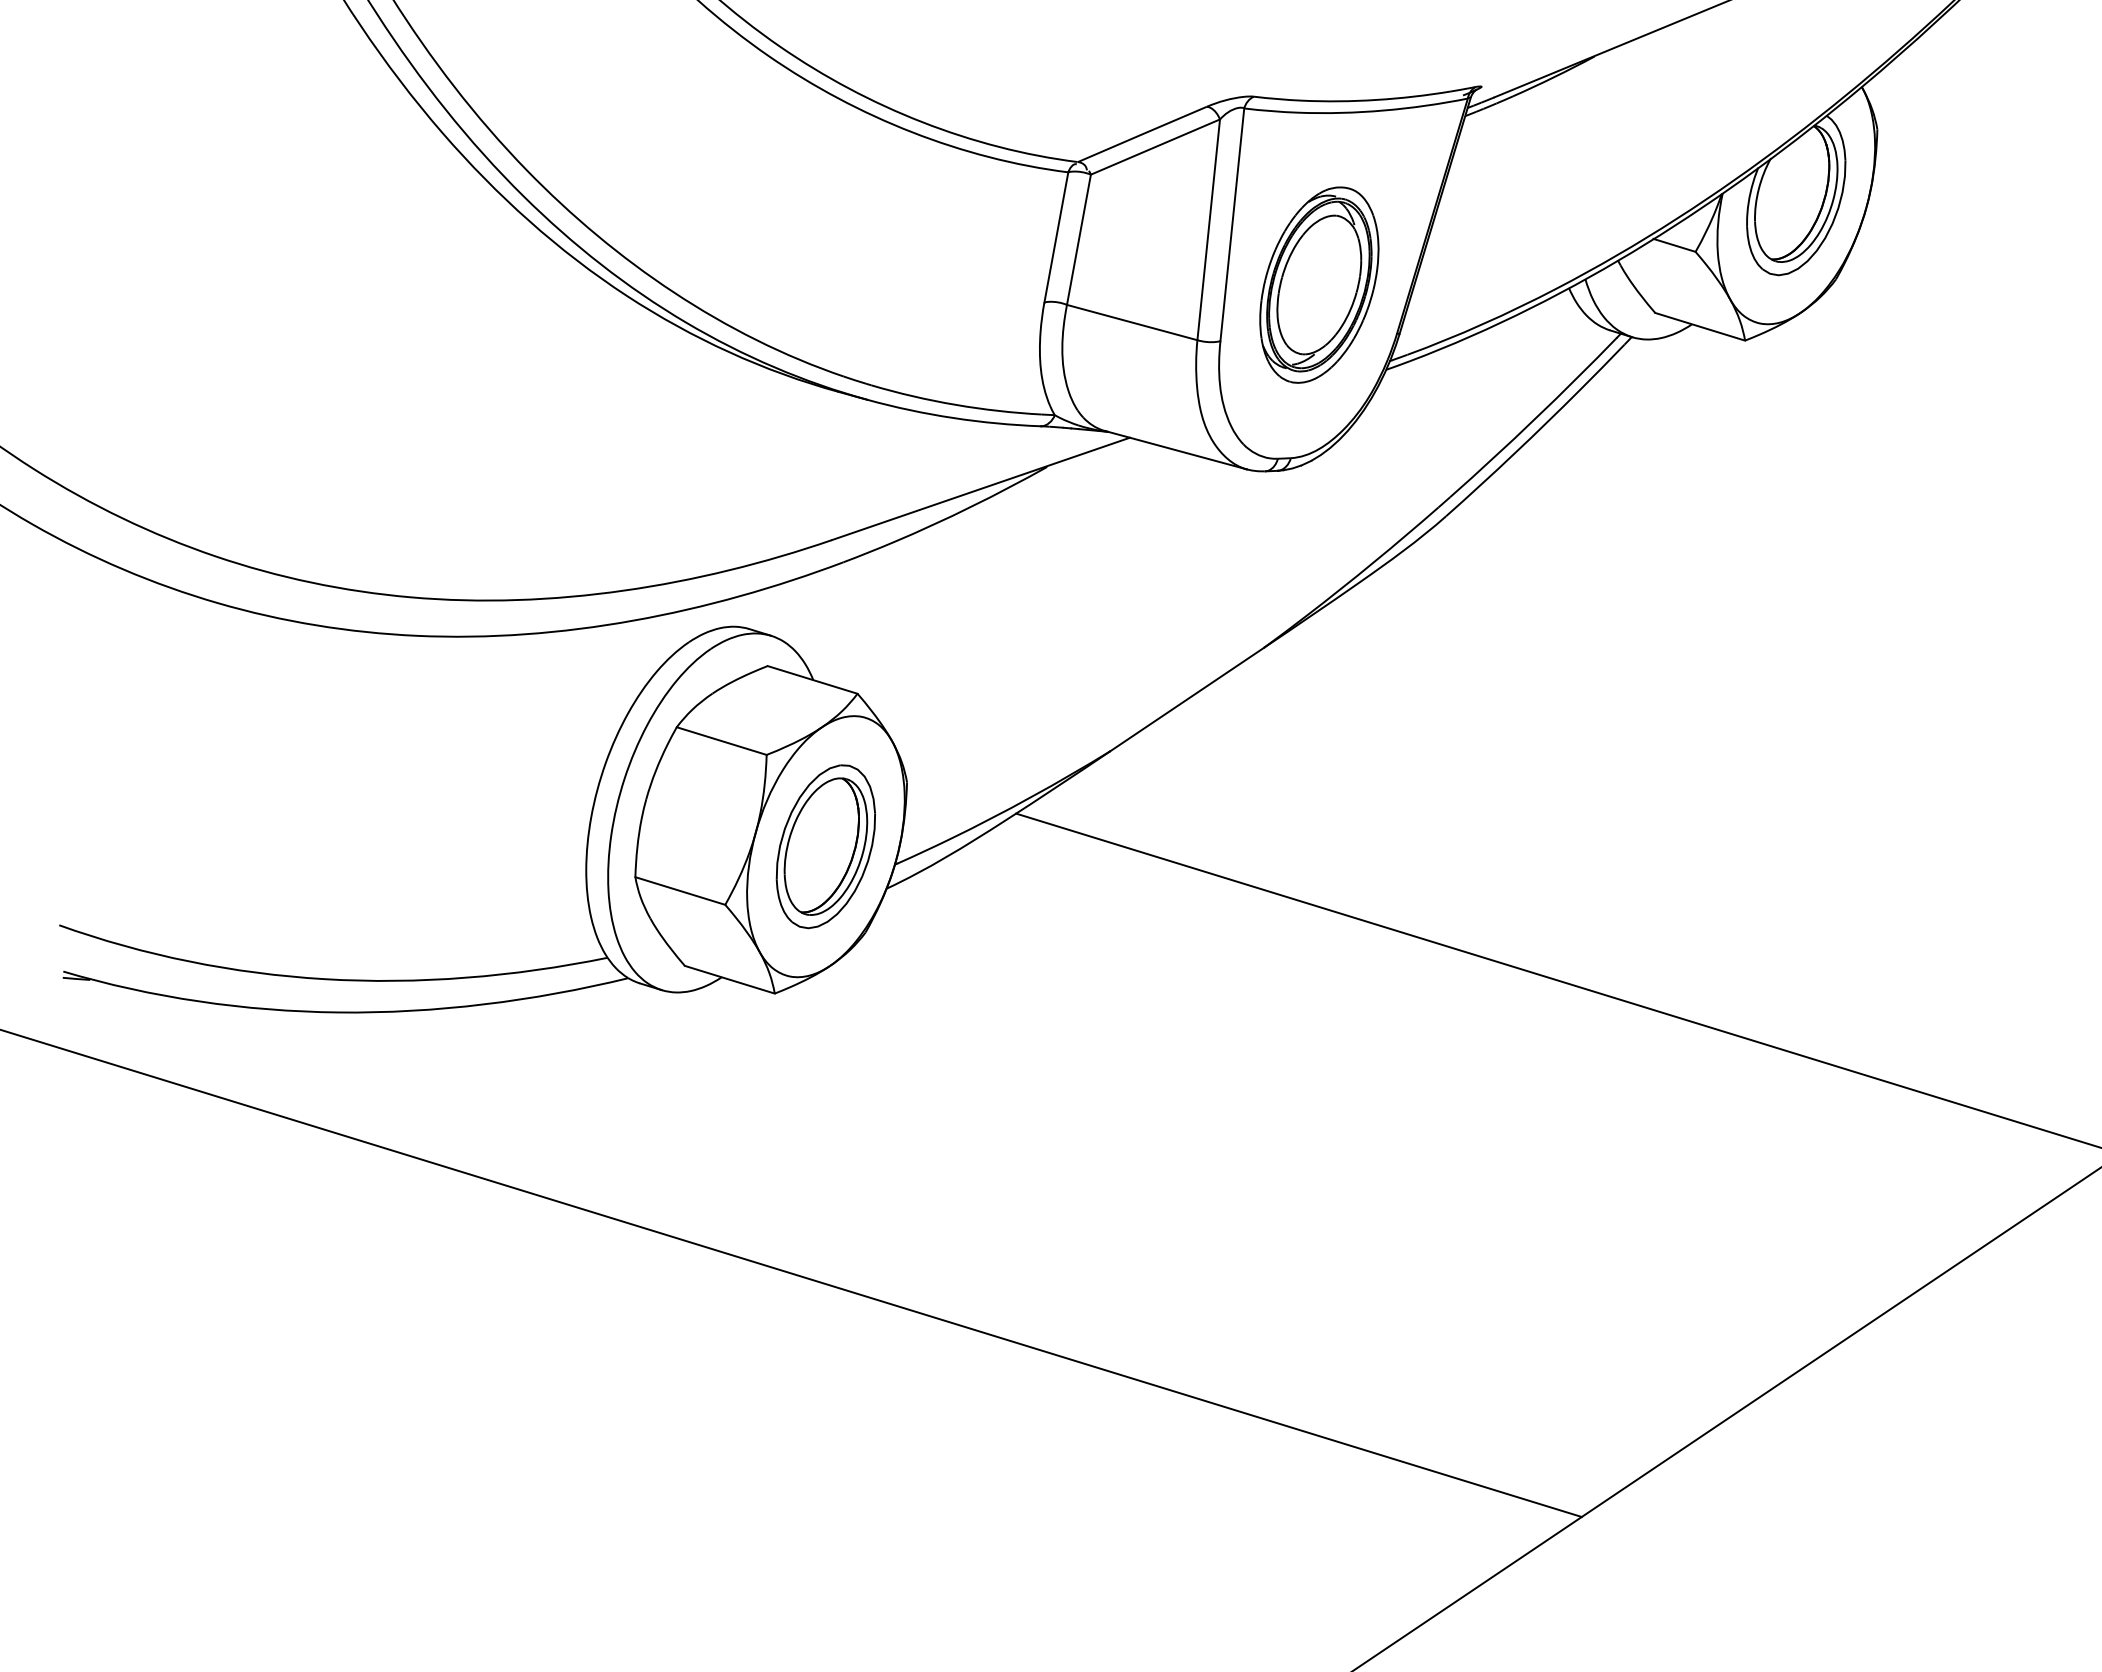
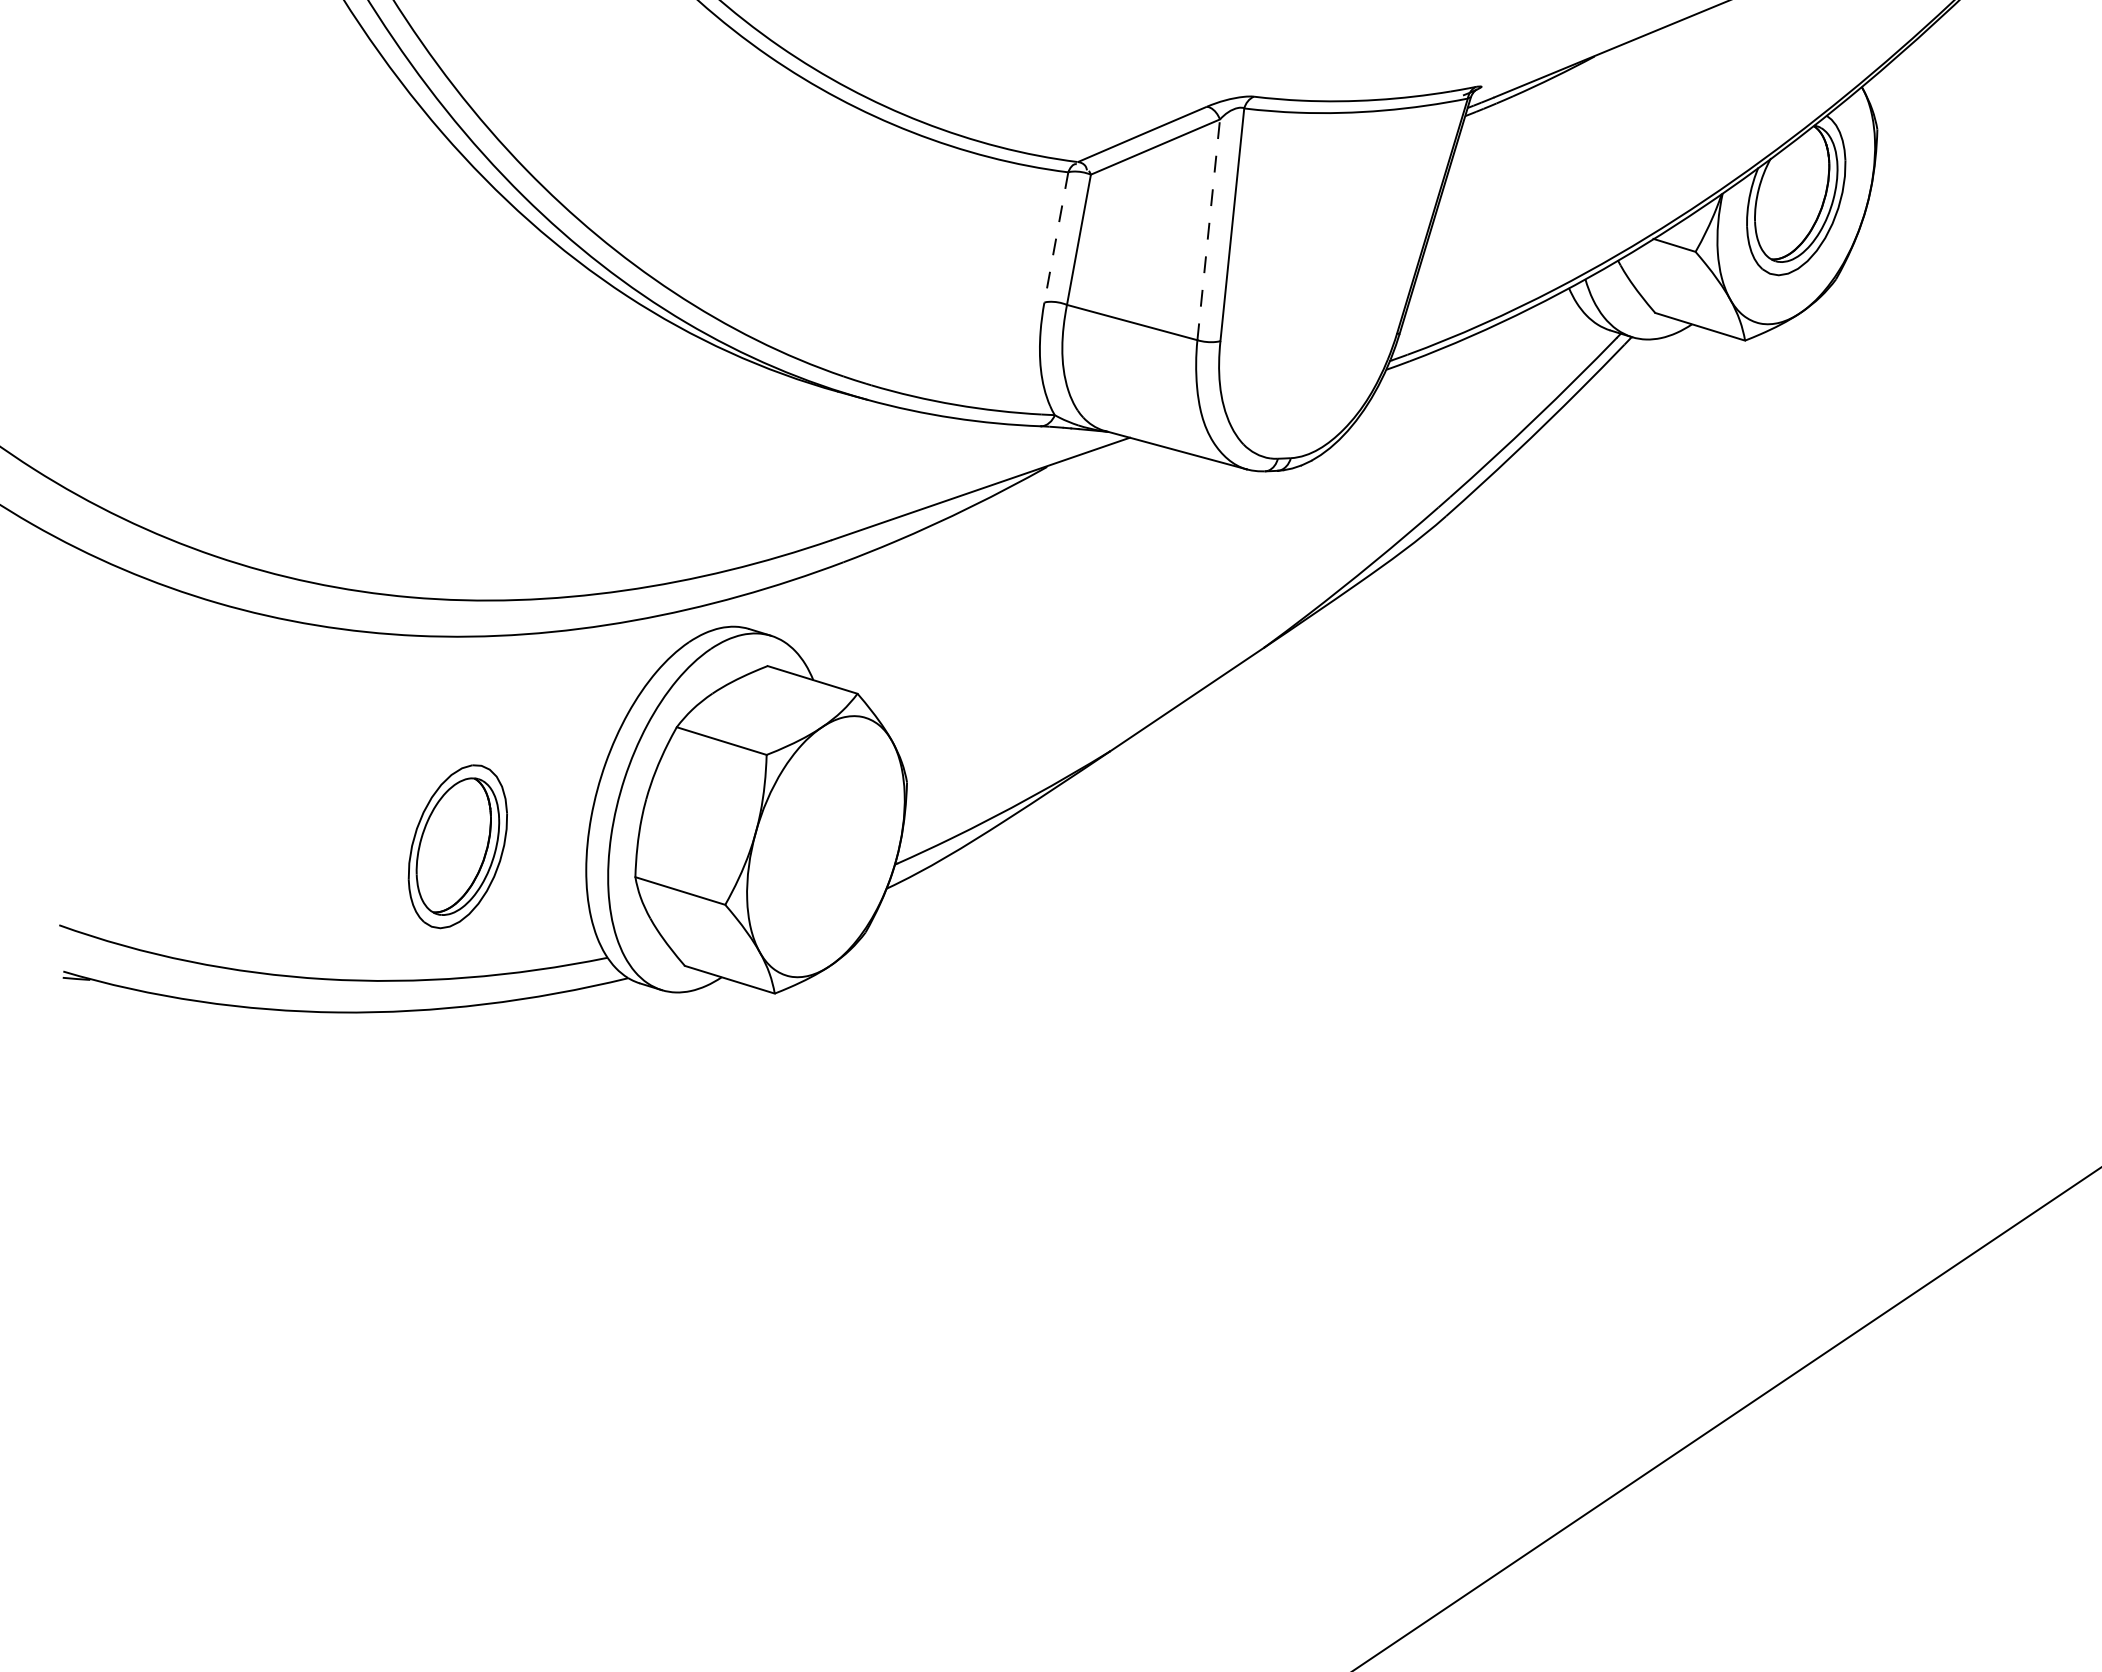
line at (1208, 229): solid -> dashed
line at (1056, 237): solid -> dashed
part at (1319, 284): present -> none
part at (825, 846) position: (825, 846) -> (457, 846)
line at (1557, 979): present -> none
line at (791, 1273): present -> none
